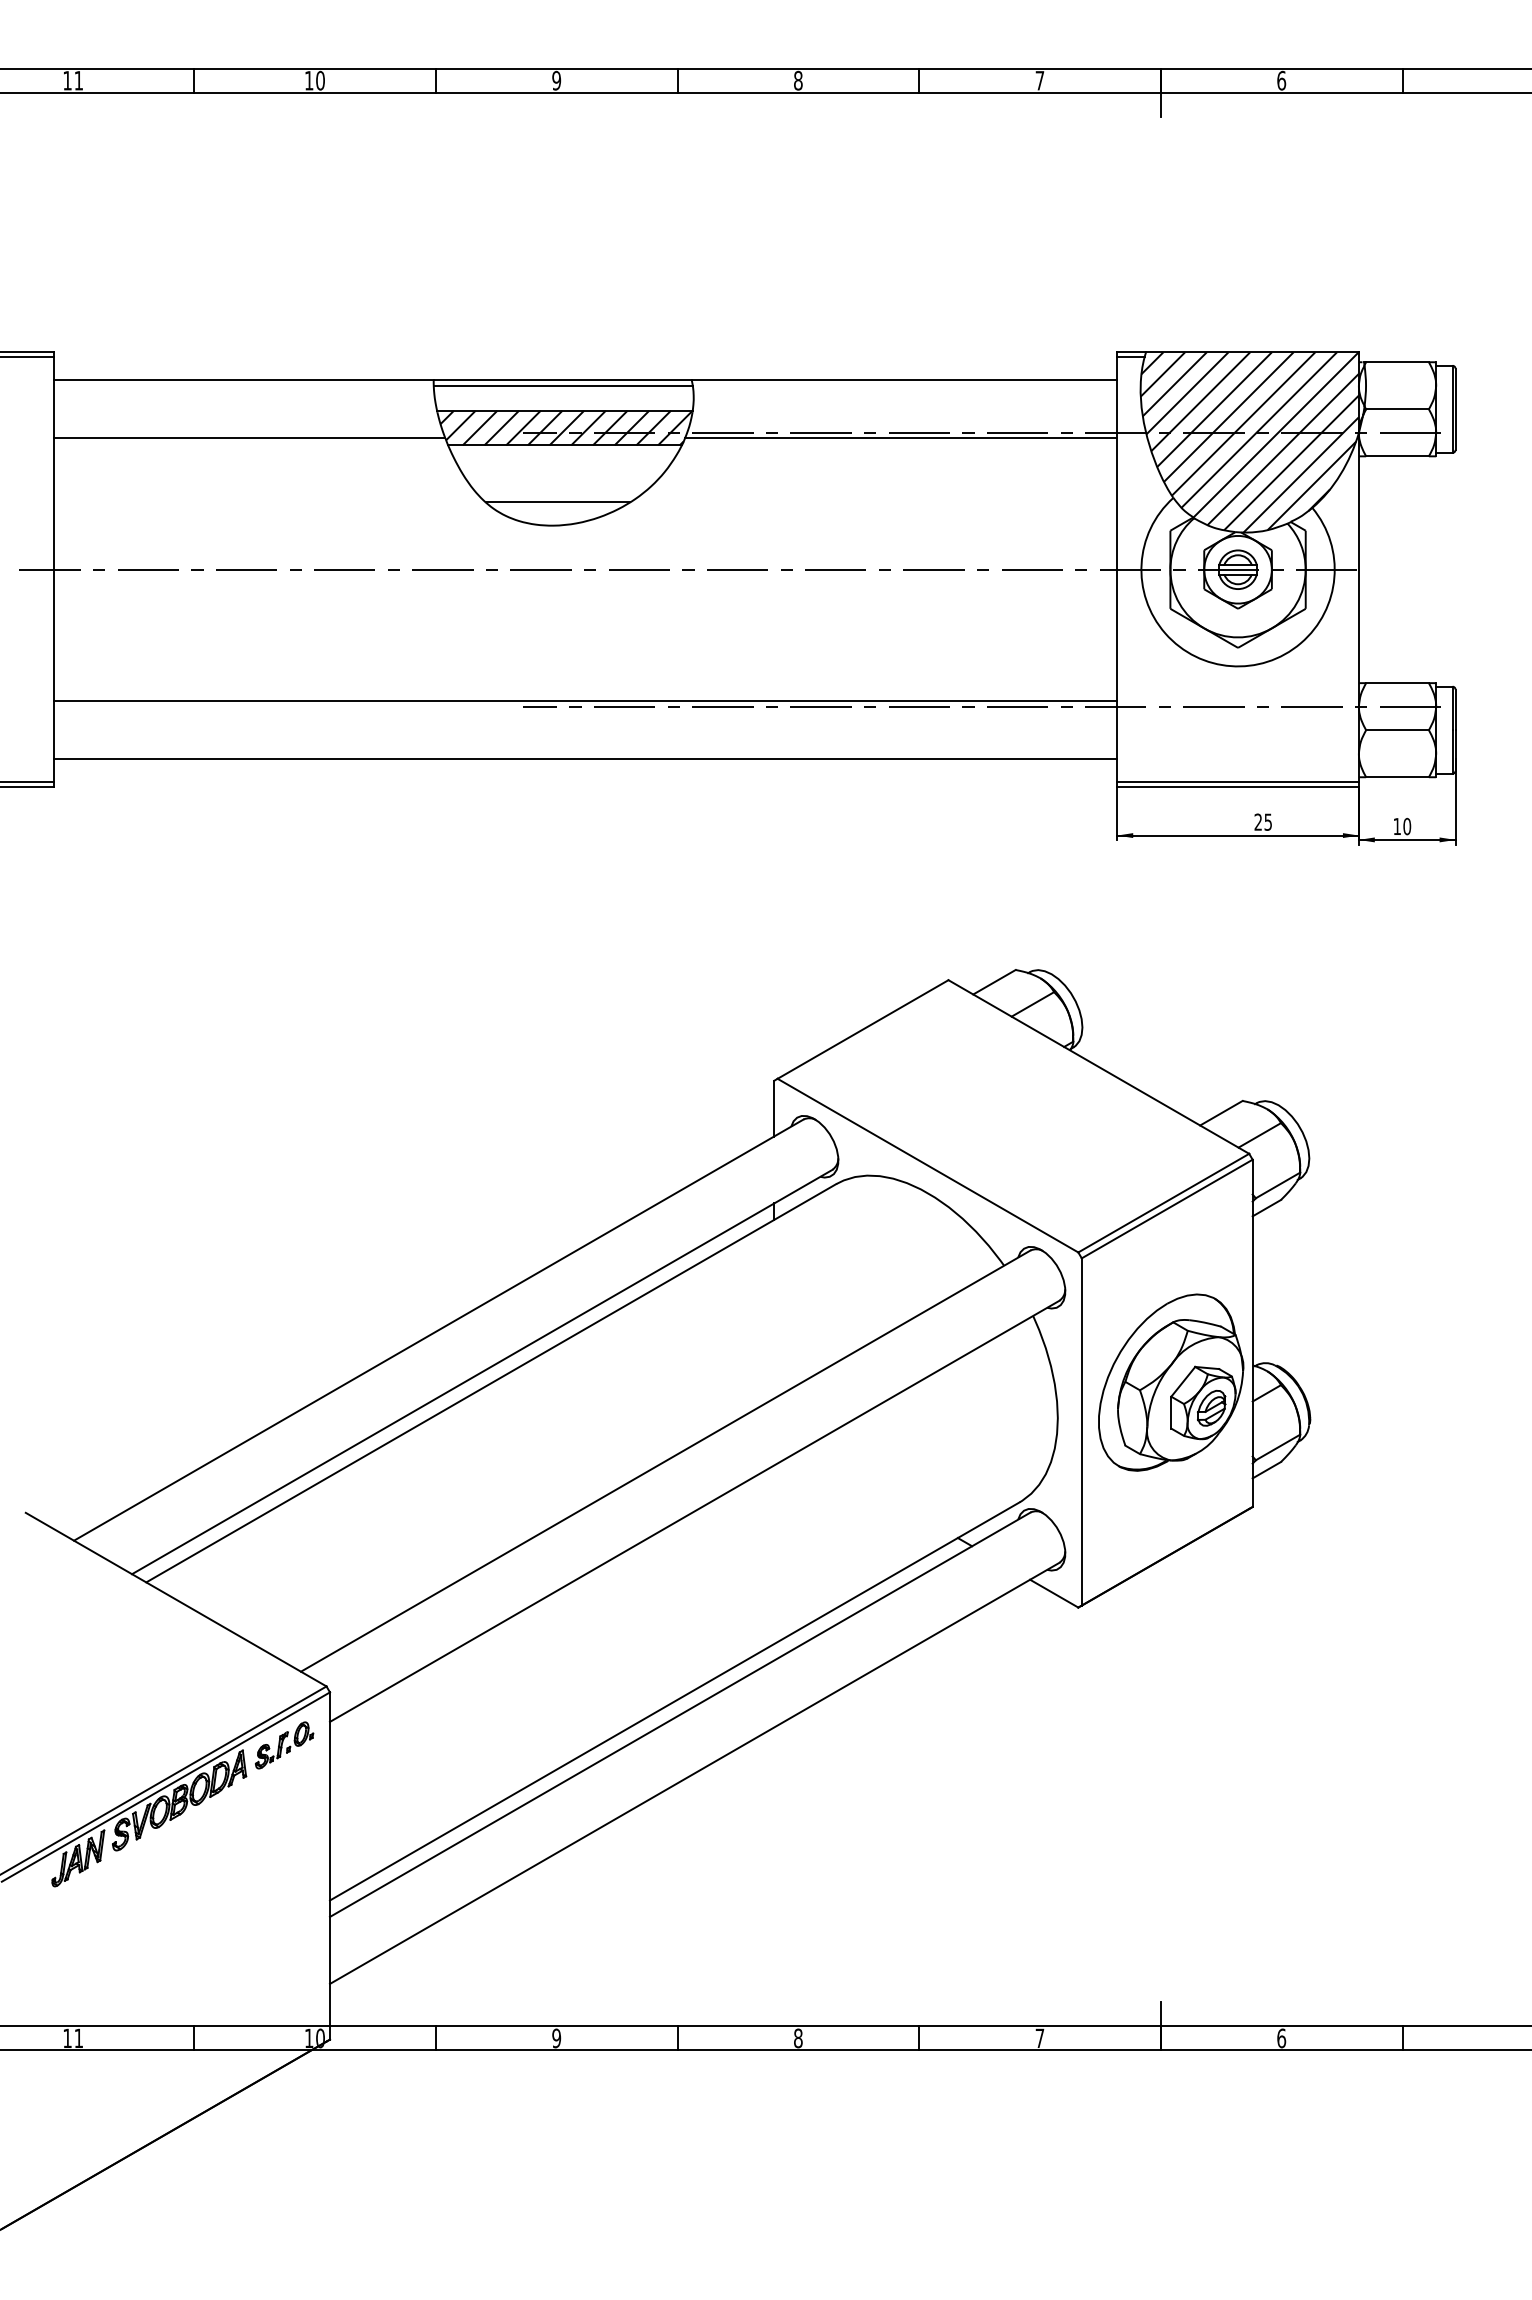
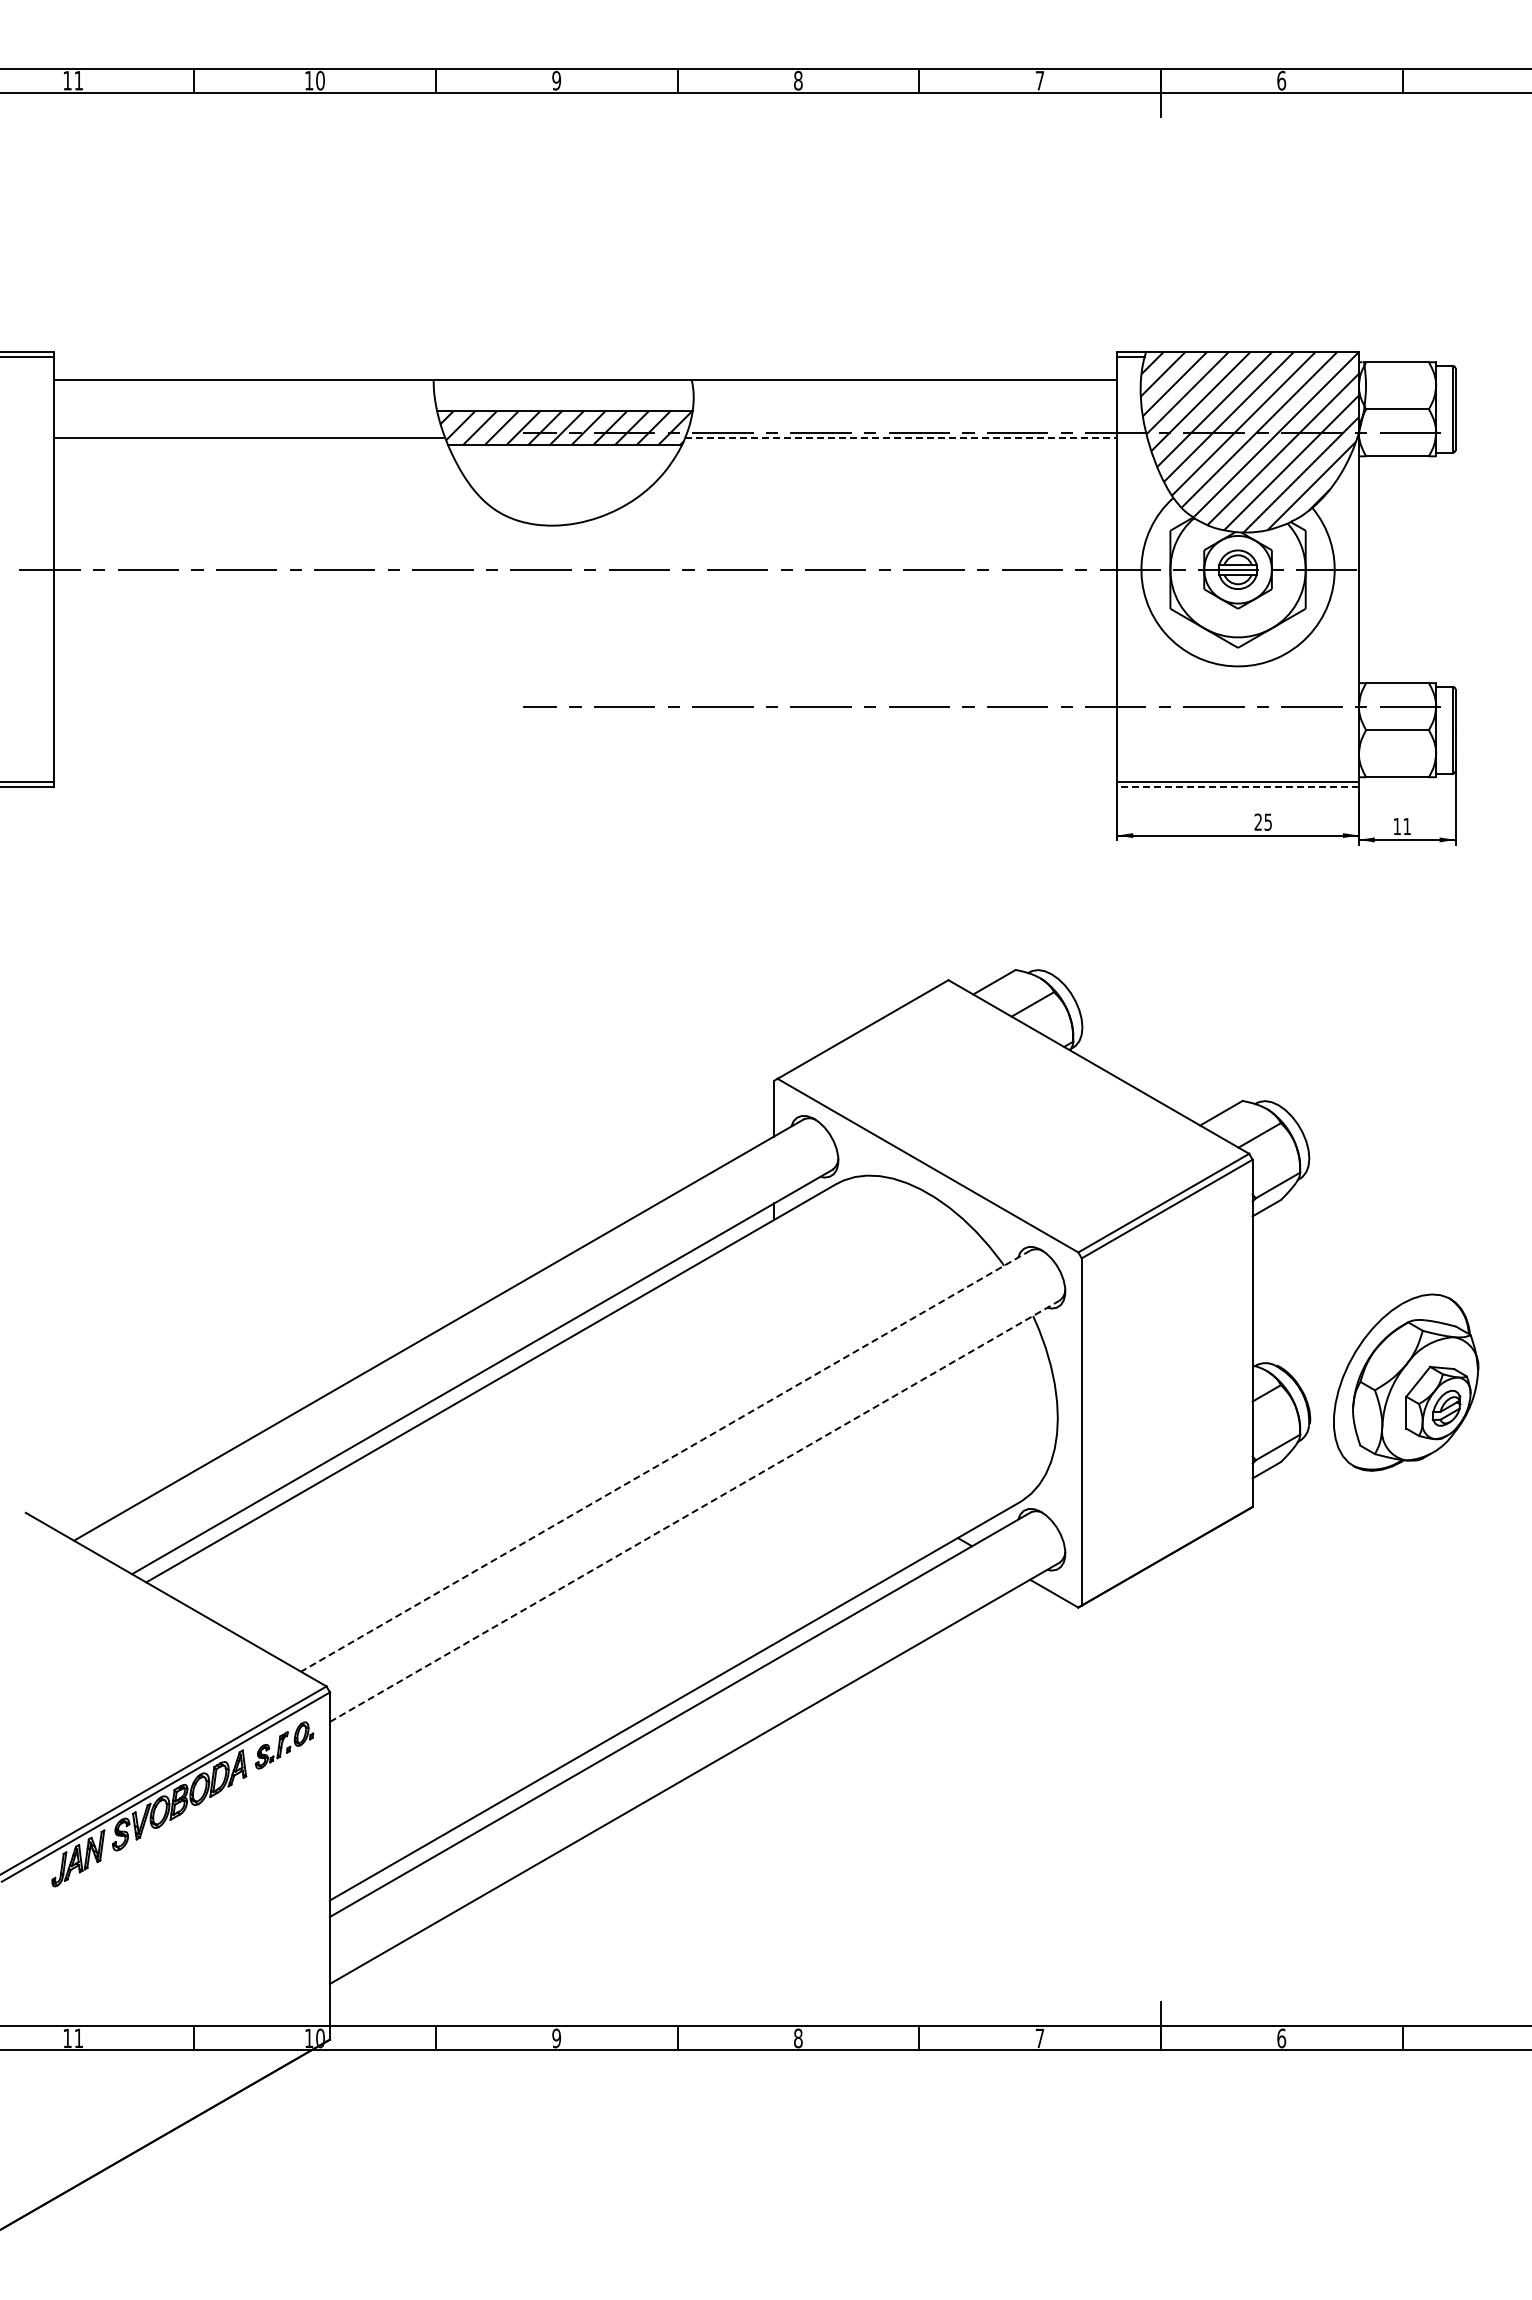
line at (562, 386): present -> none
line at (901, 438): solid -> dashed
line at (557, 502): present -> none
line at (585, 701): present -> none
line at (585, 759): present -> none
line at (1238, 787): solid -> dashed
text at (1407, 826): 10 -> 11
part at (1171, 1382) position: (1171, 1382) -> (1406, 1382)
line at (665, 1461): solid -> dashed
line at (695, 1511): solid -> dashed
